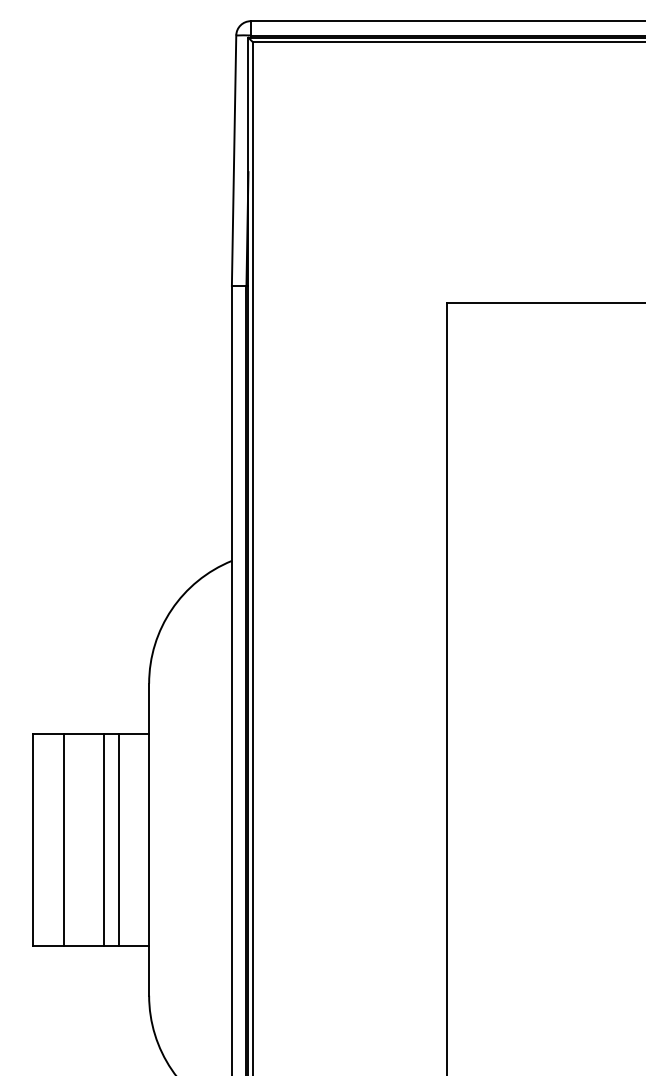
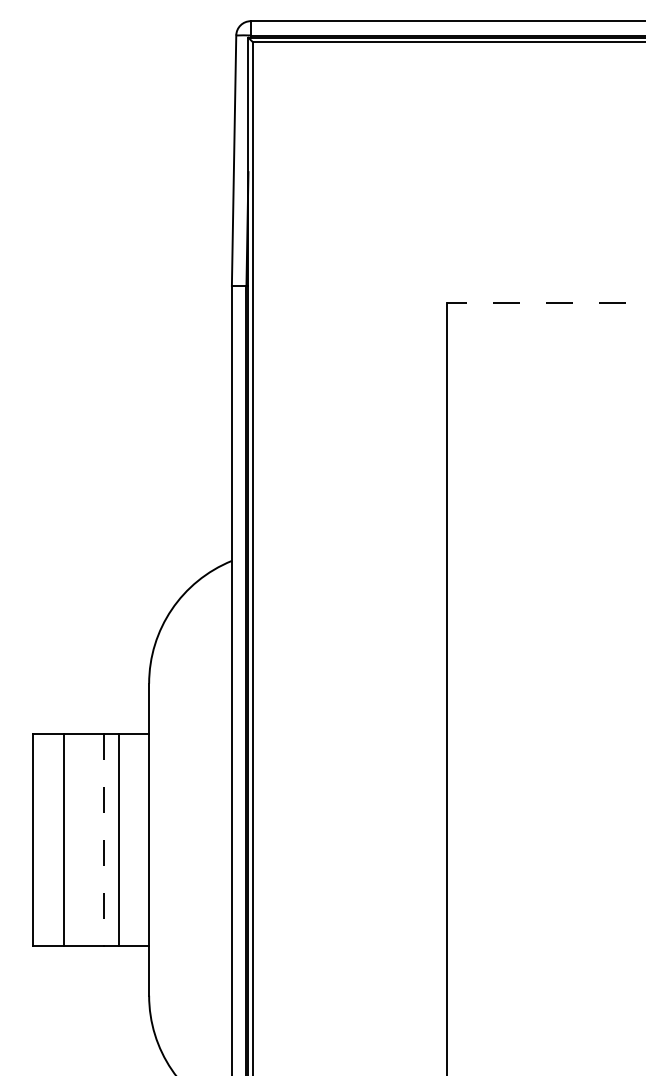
line at (546, 302): solid -> dashed
line at (104, 839): solid -> dashed
